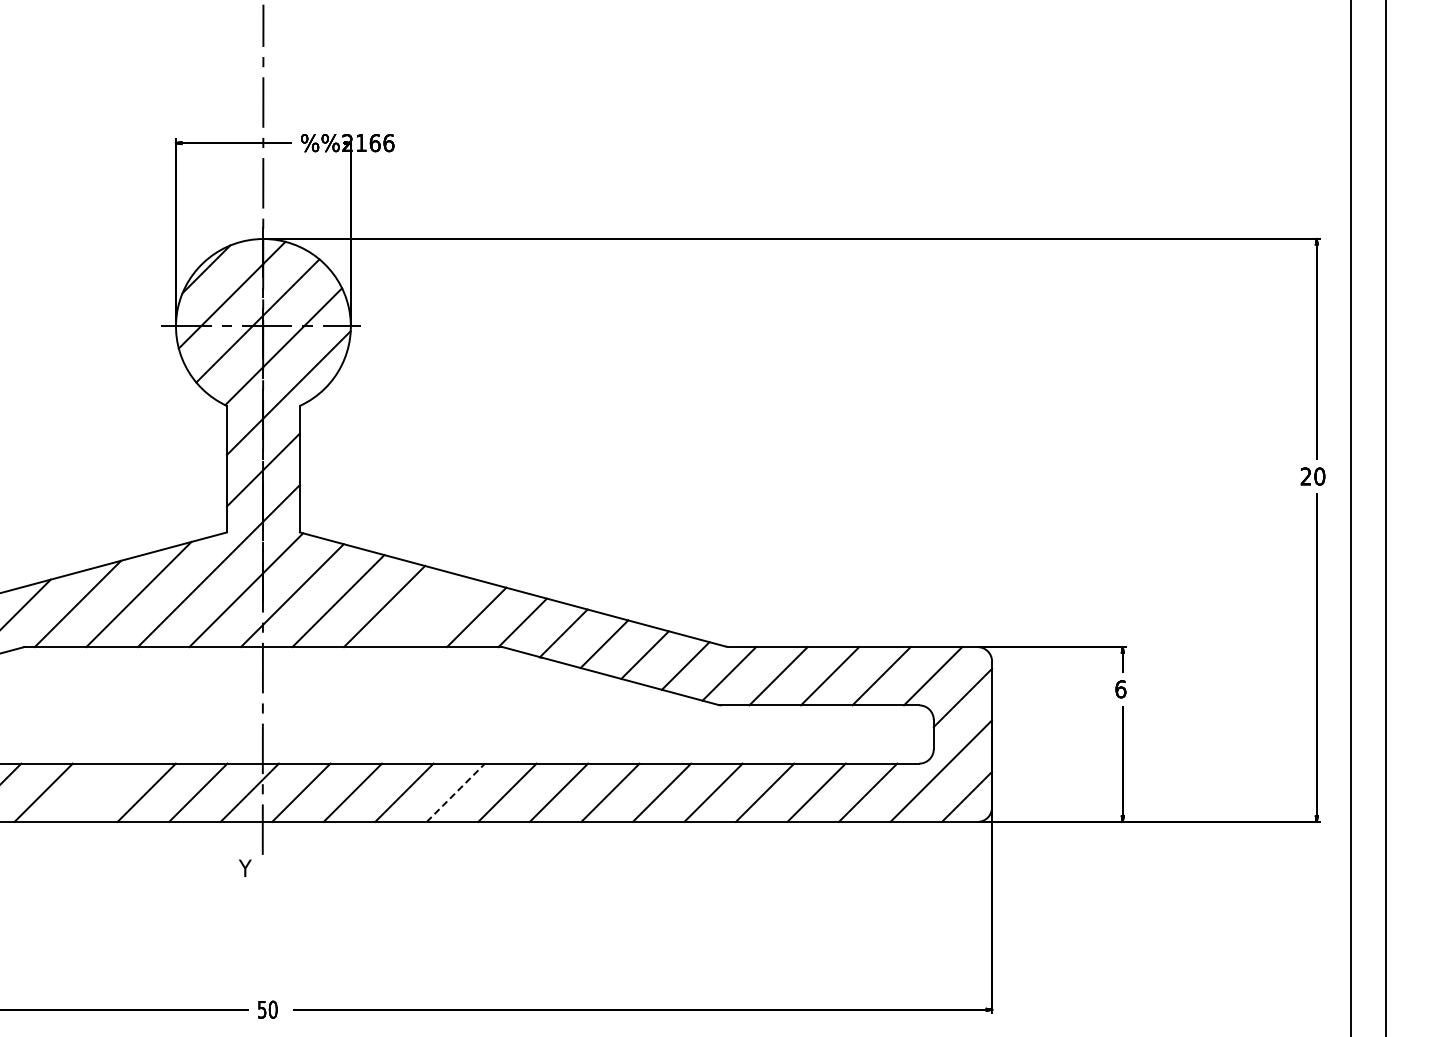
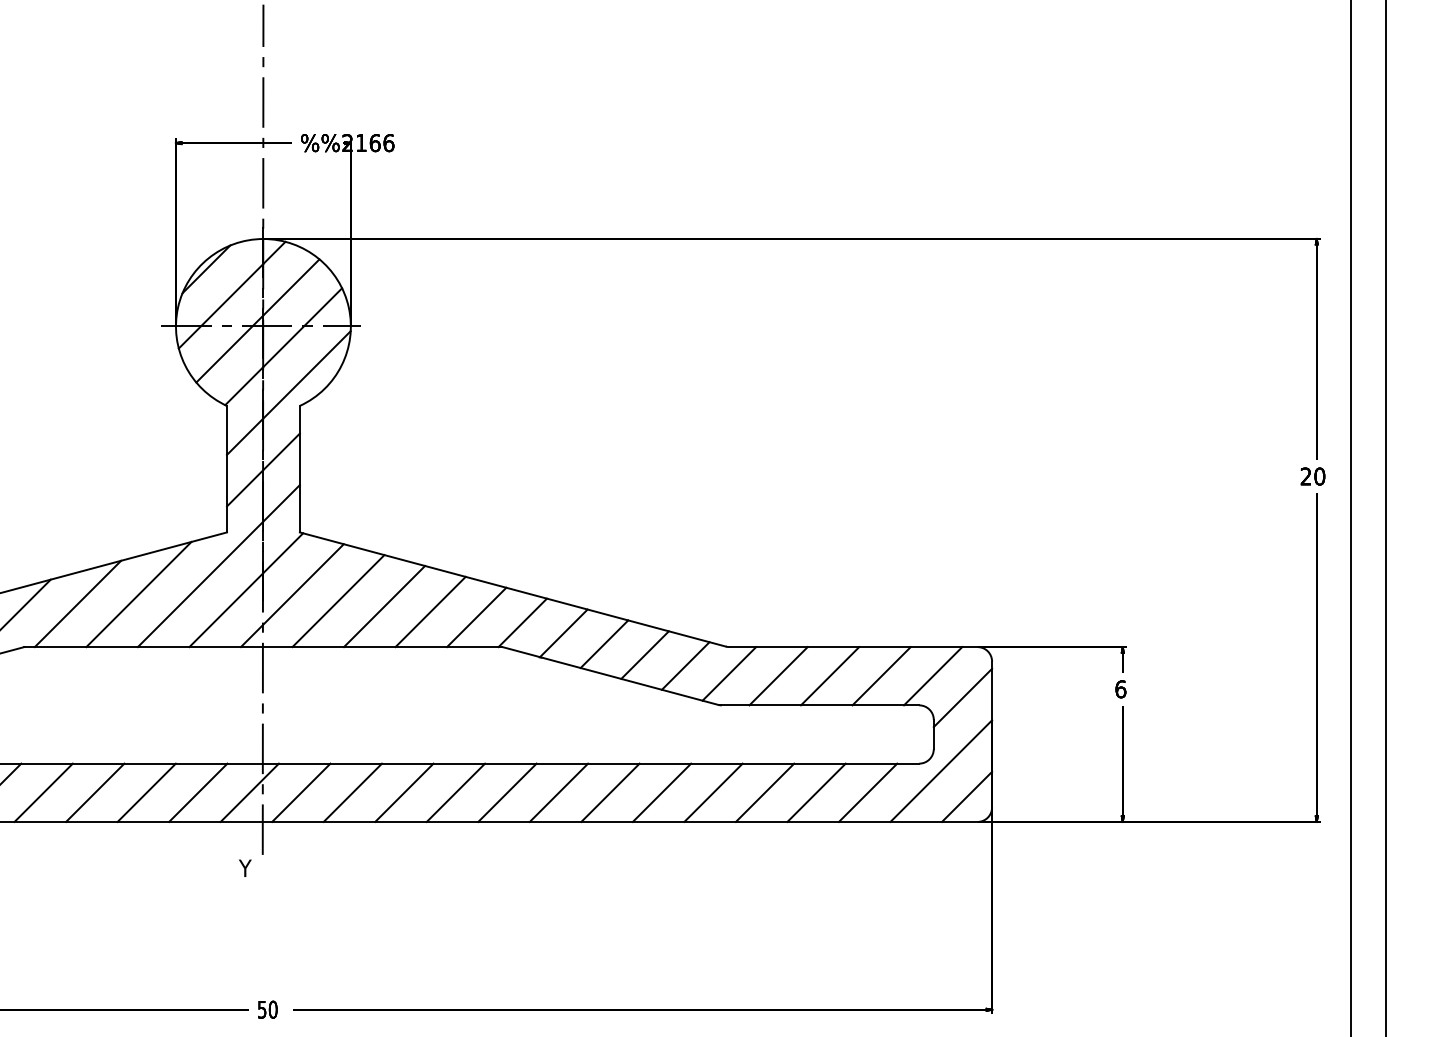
line at (430, 611): none -> present
line at (95, 792): none -> present
line at (456, 792): dashed -> solid
